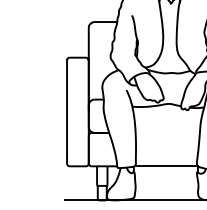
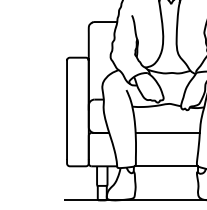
line at (167, 132): none -> present
